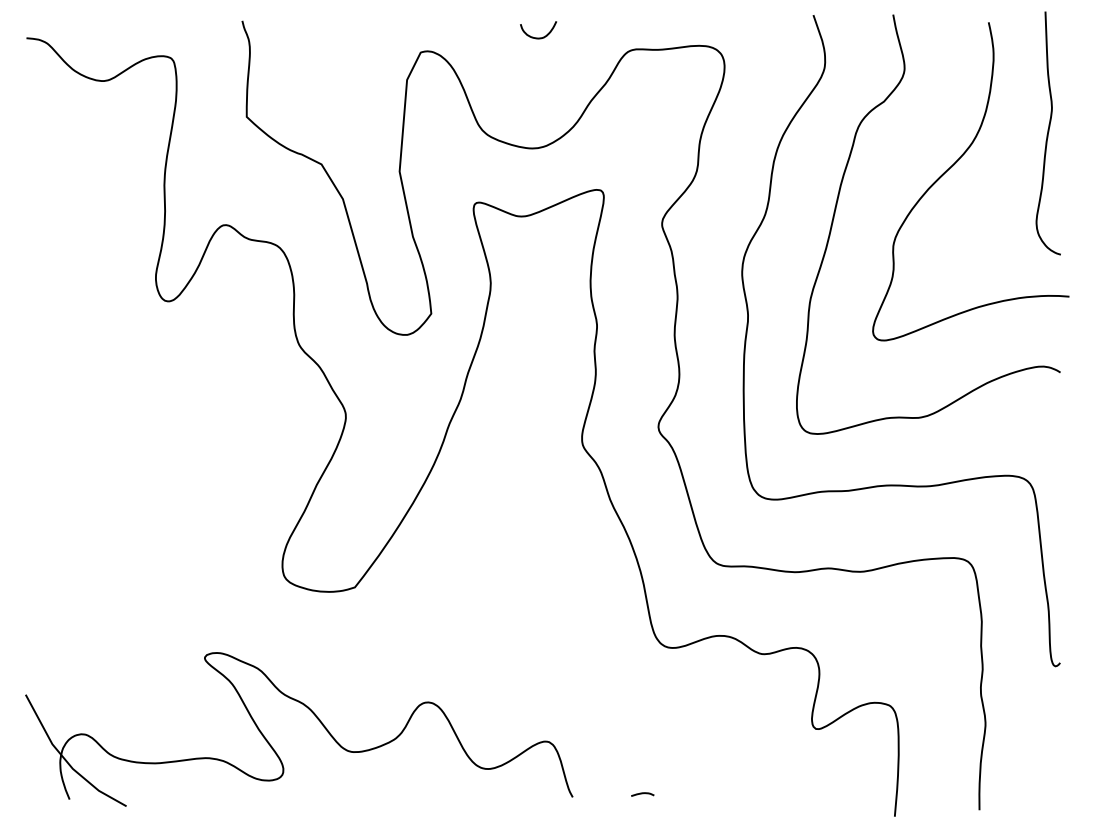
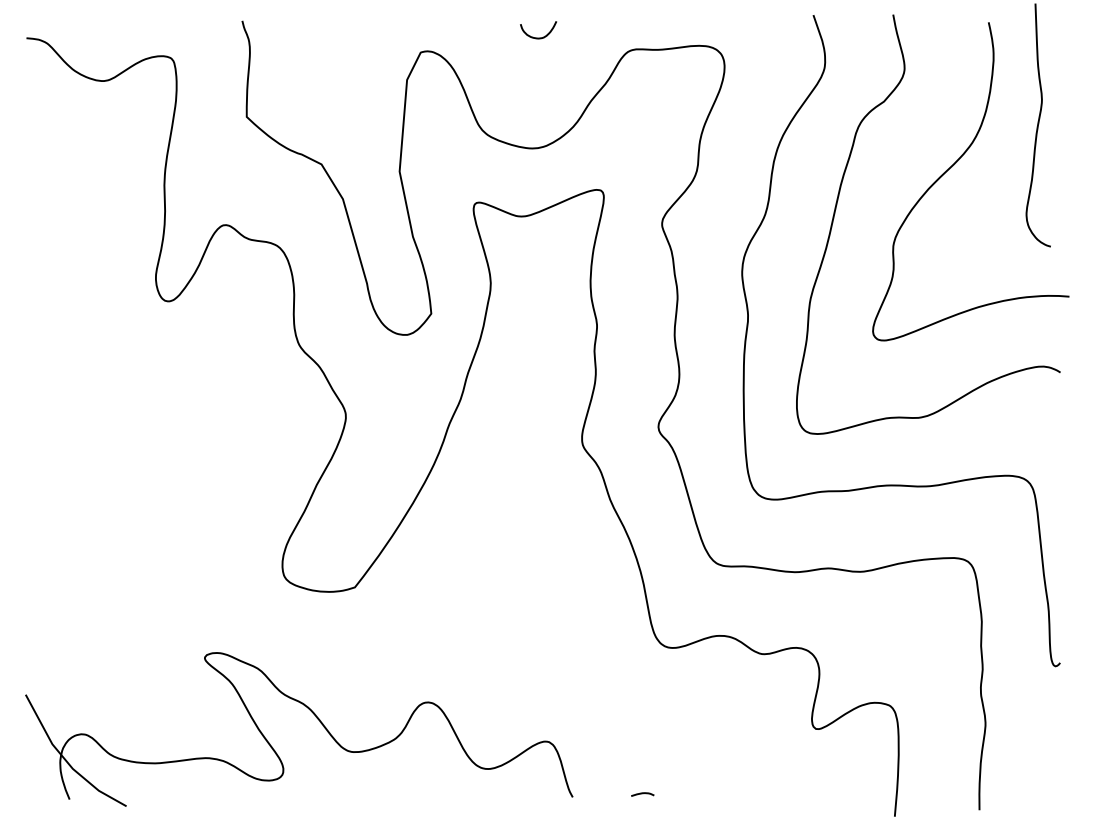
part at (1047, 133) position: (1047, 133) -> (1037, 125)
